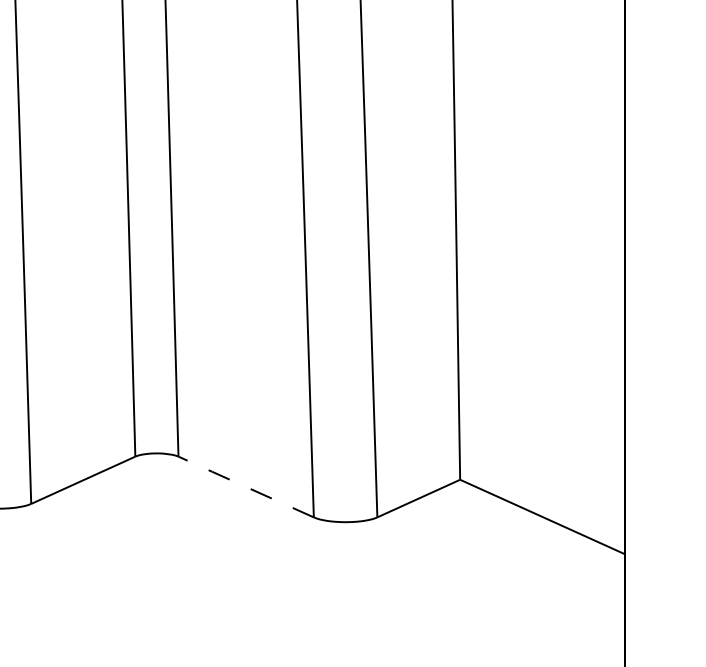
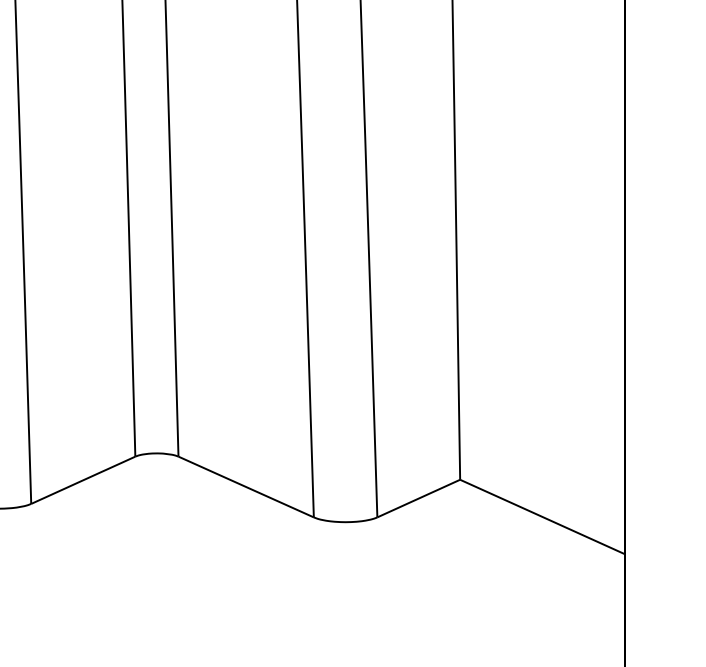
line at (245, 486): dashed -> solid
